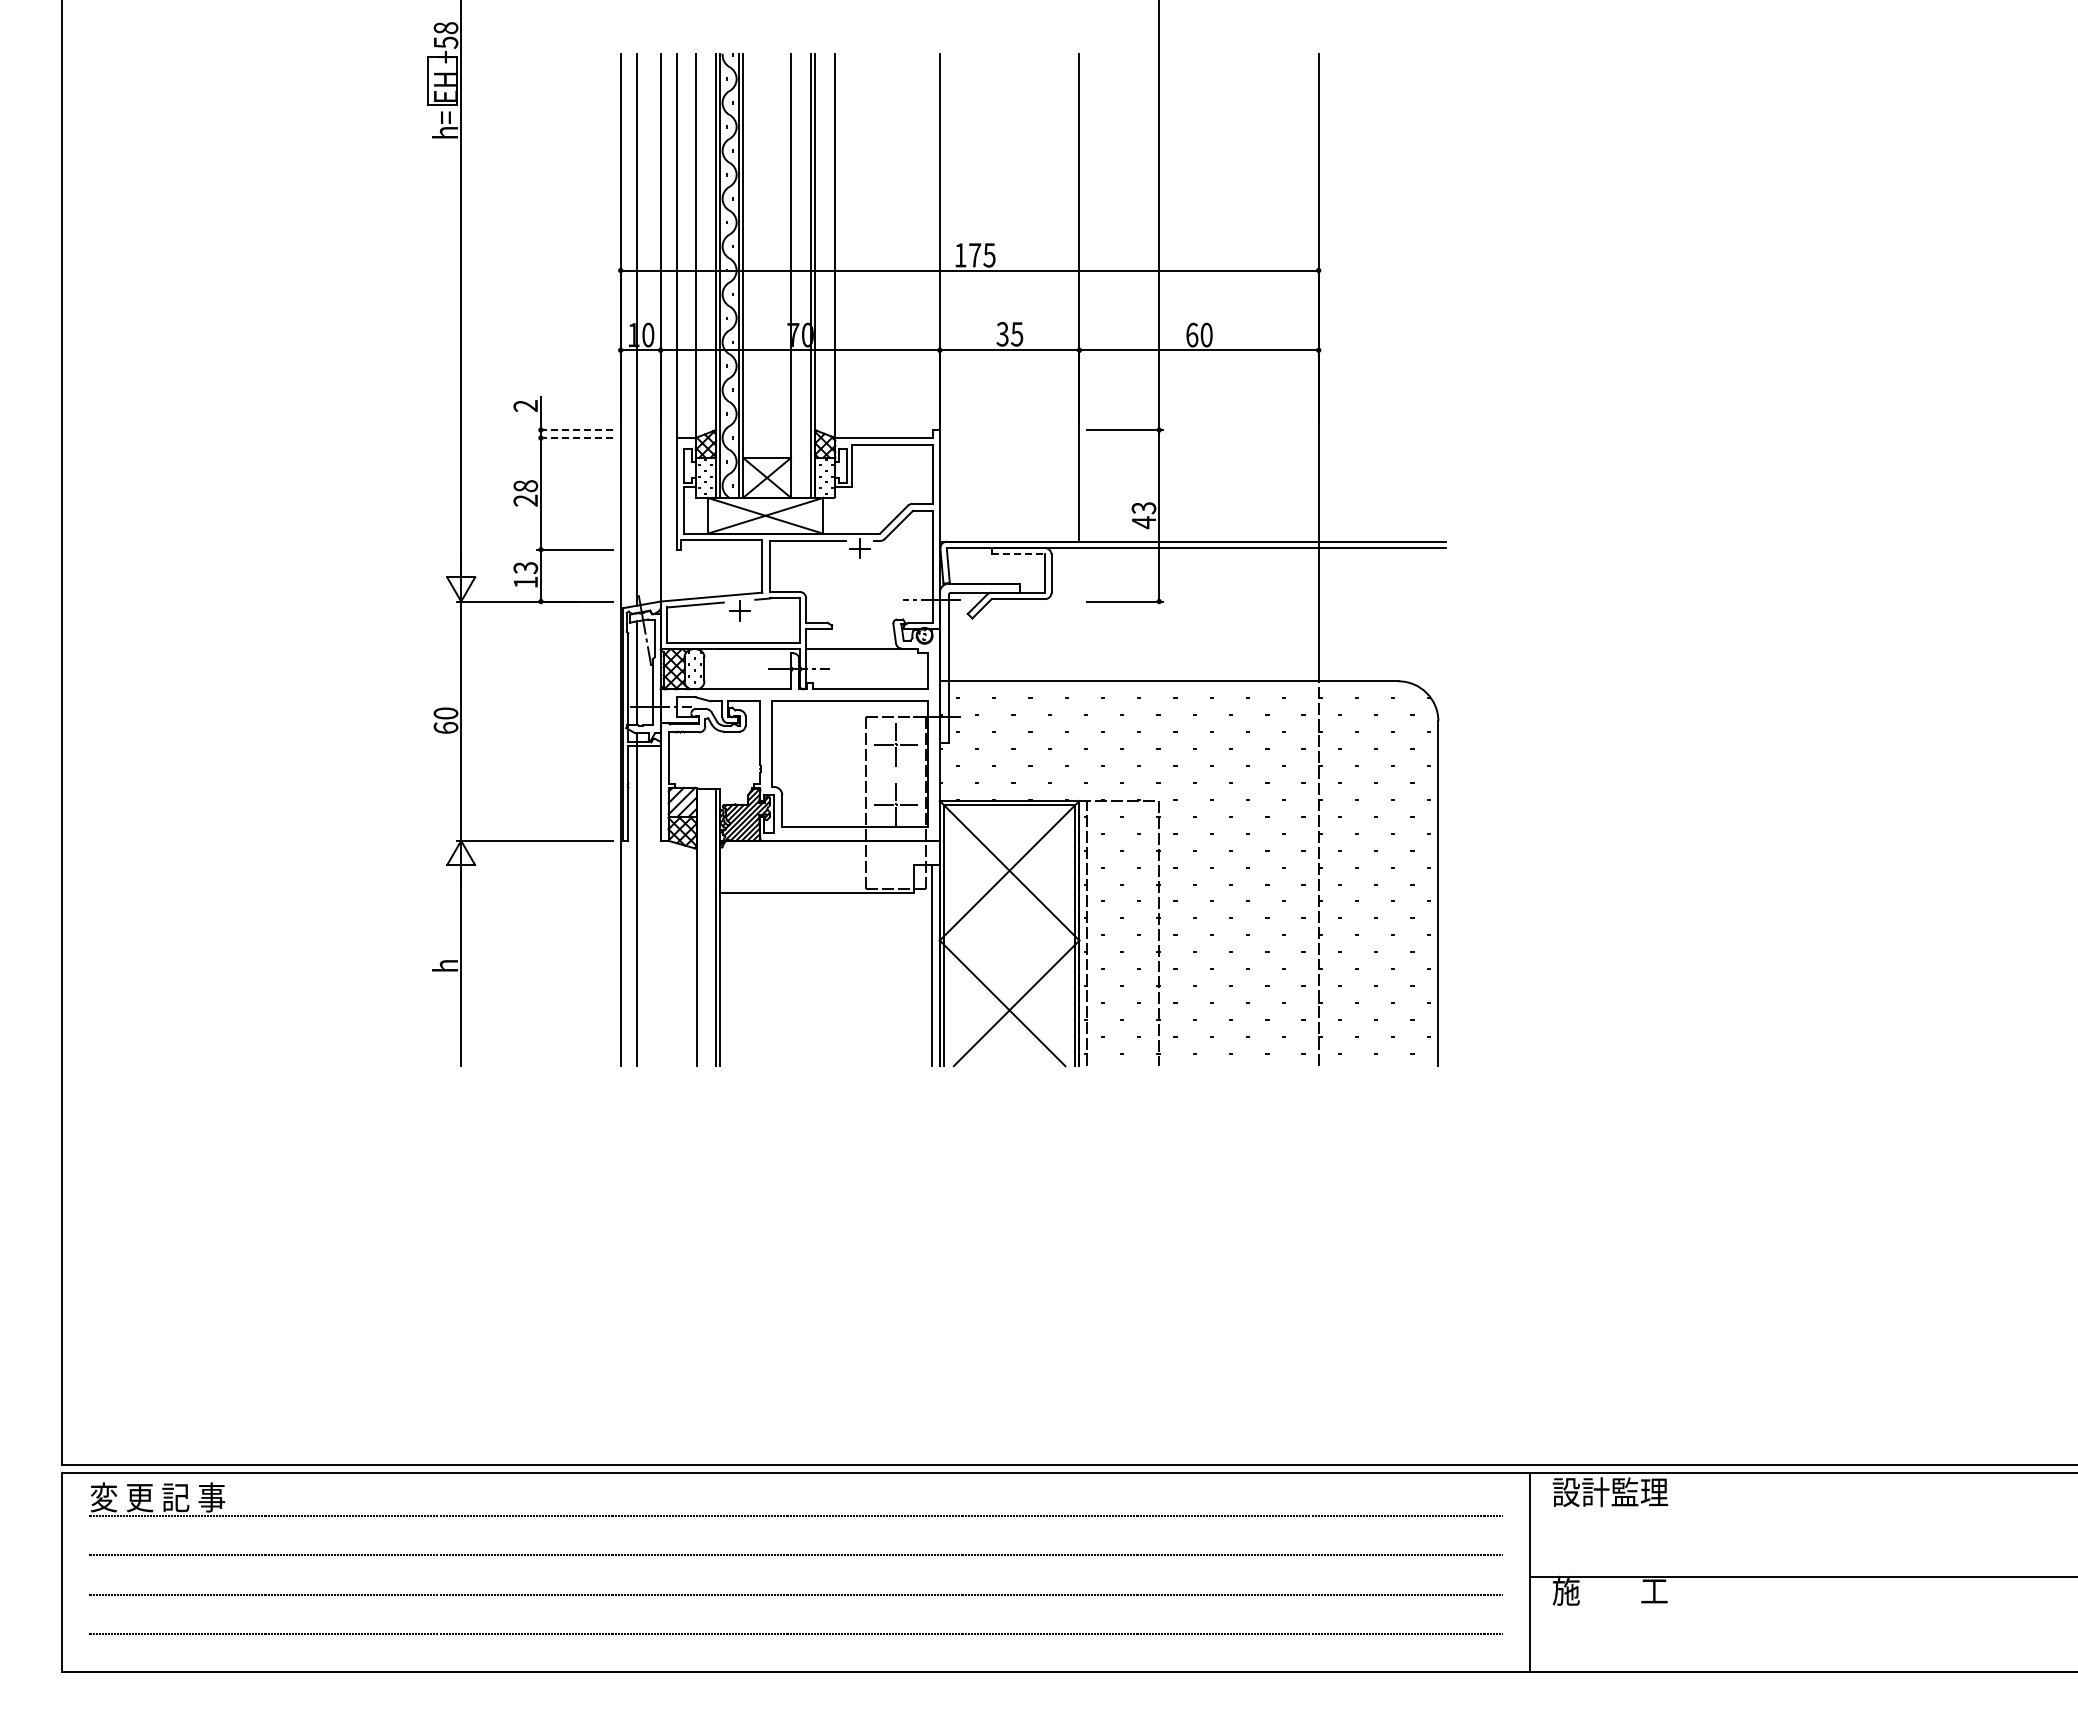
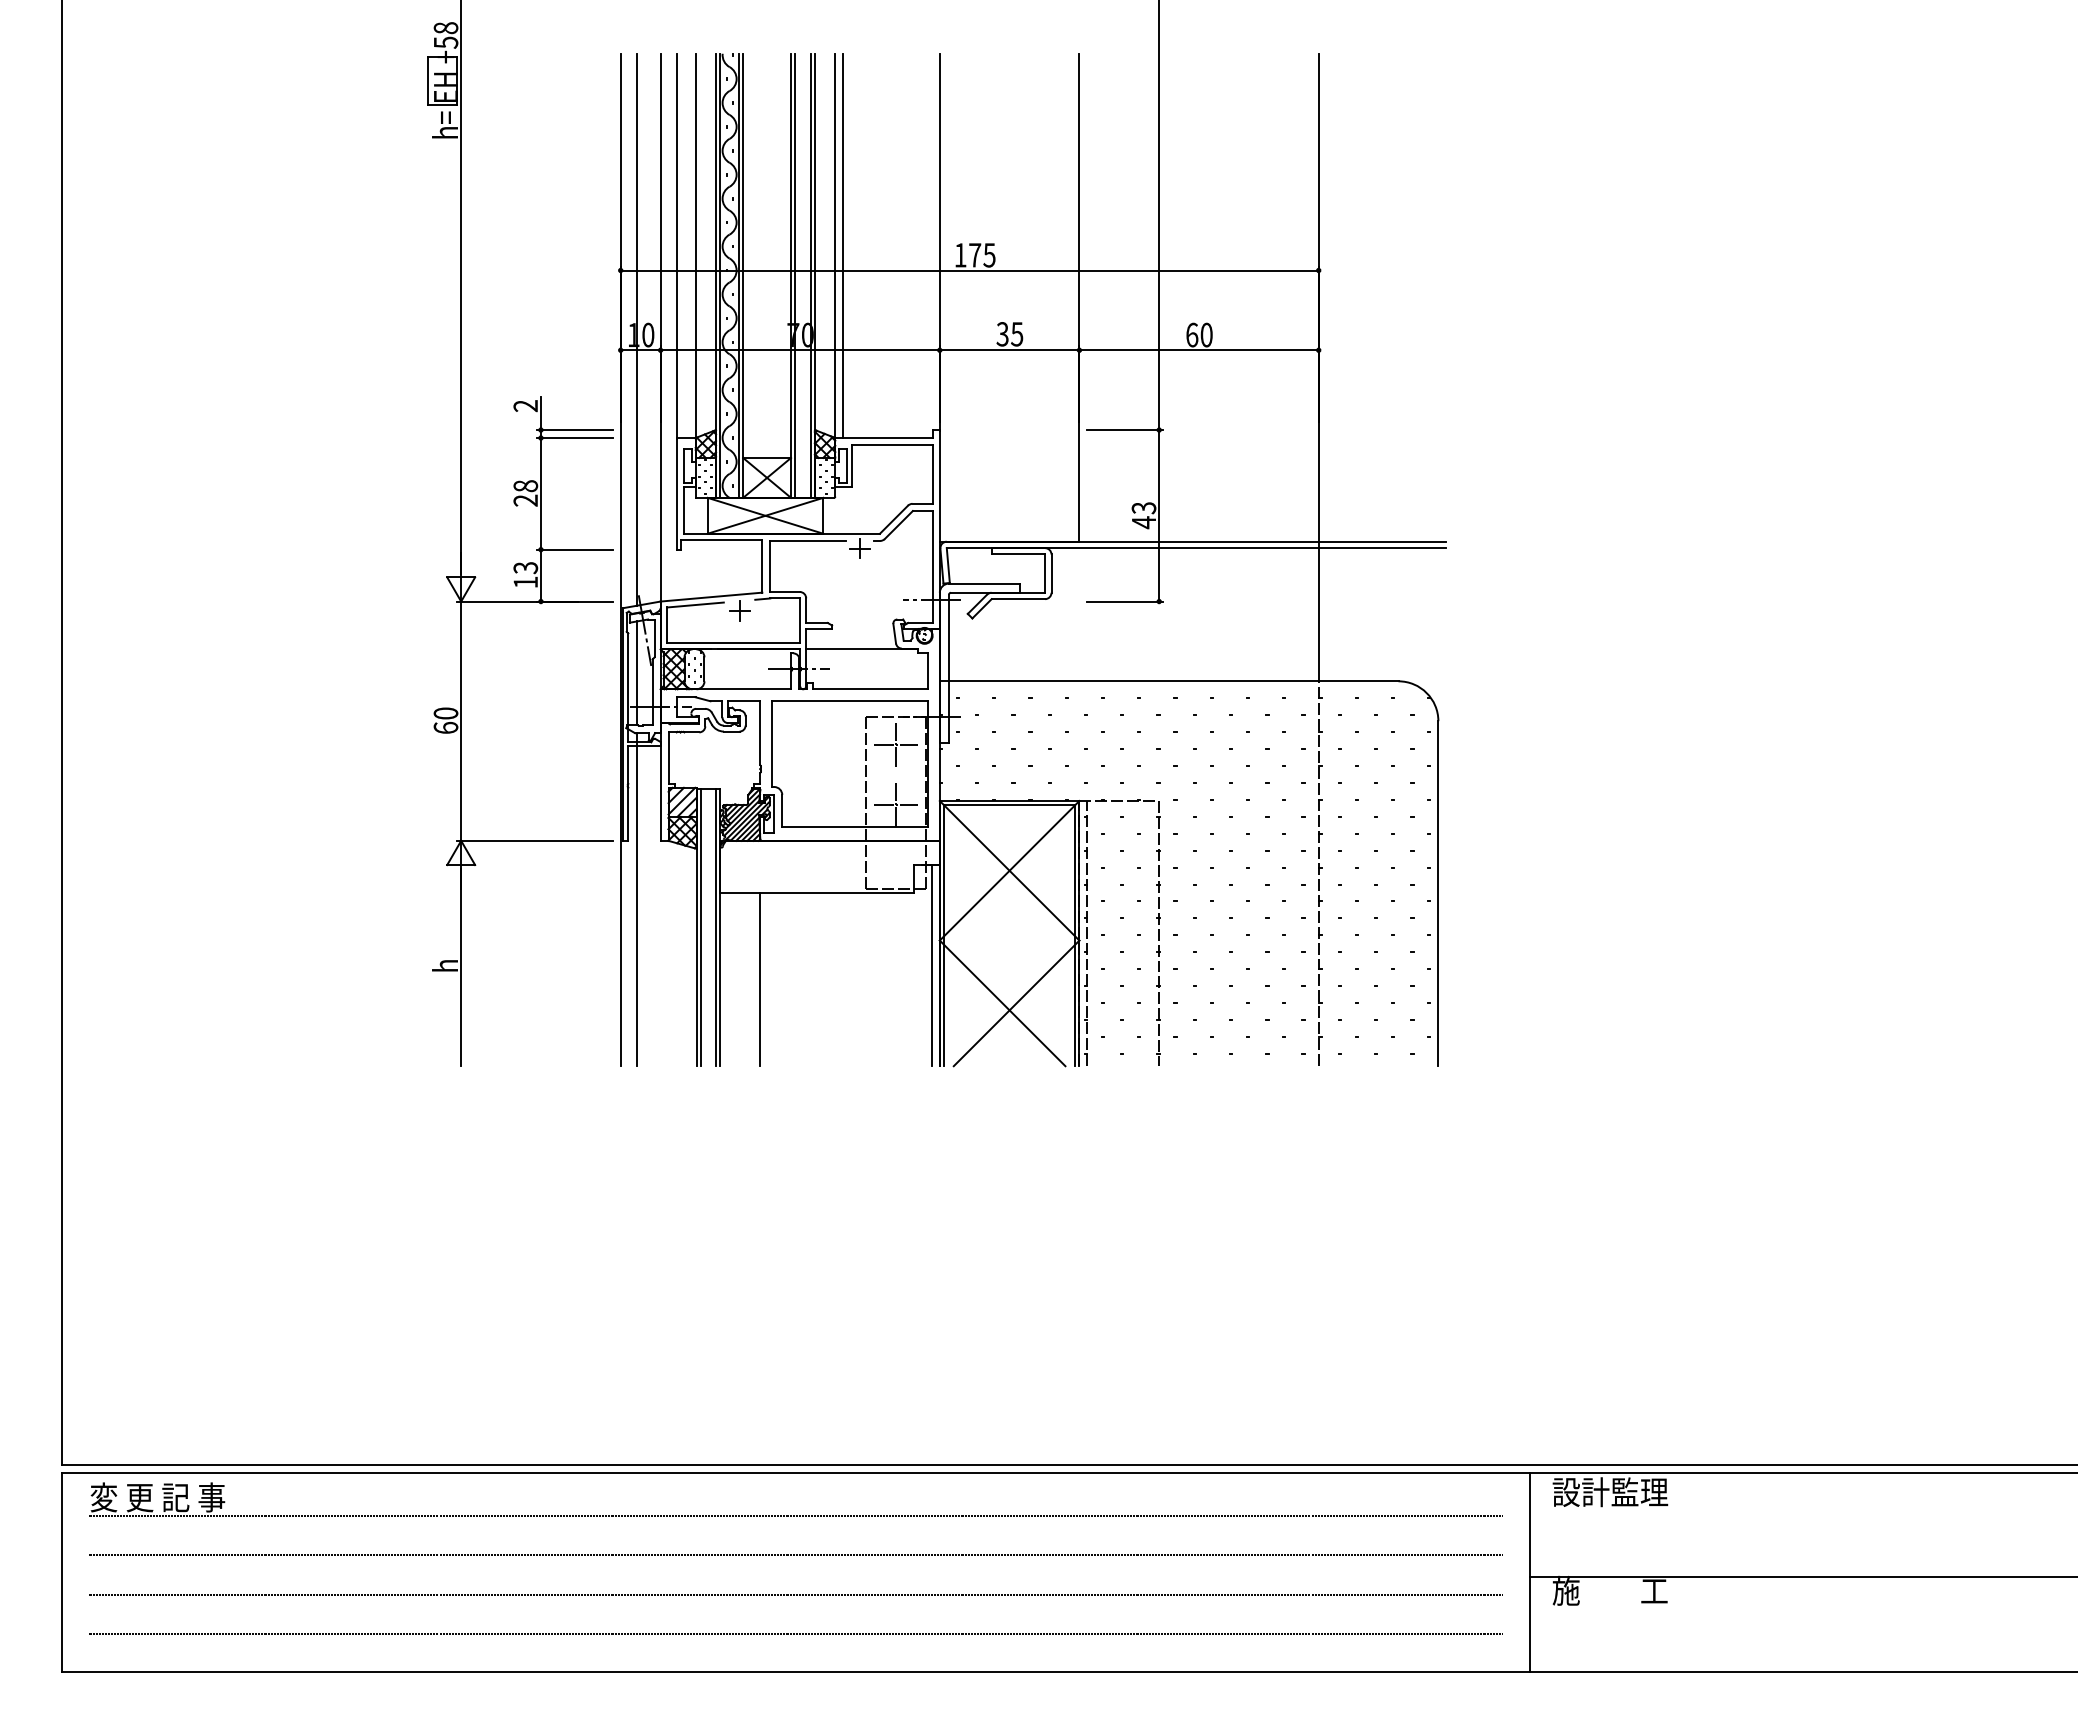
line at (843, 245): none -> present
line at (795, 275): none -> present
line at (574, 430): dashed -> solid
line at (574, 438): dashed -> solid
line at (1018, 554): dashed -> solid
line at (700, 927): none -> present
line at (760, 979): none -> present
